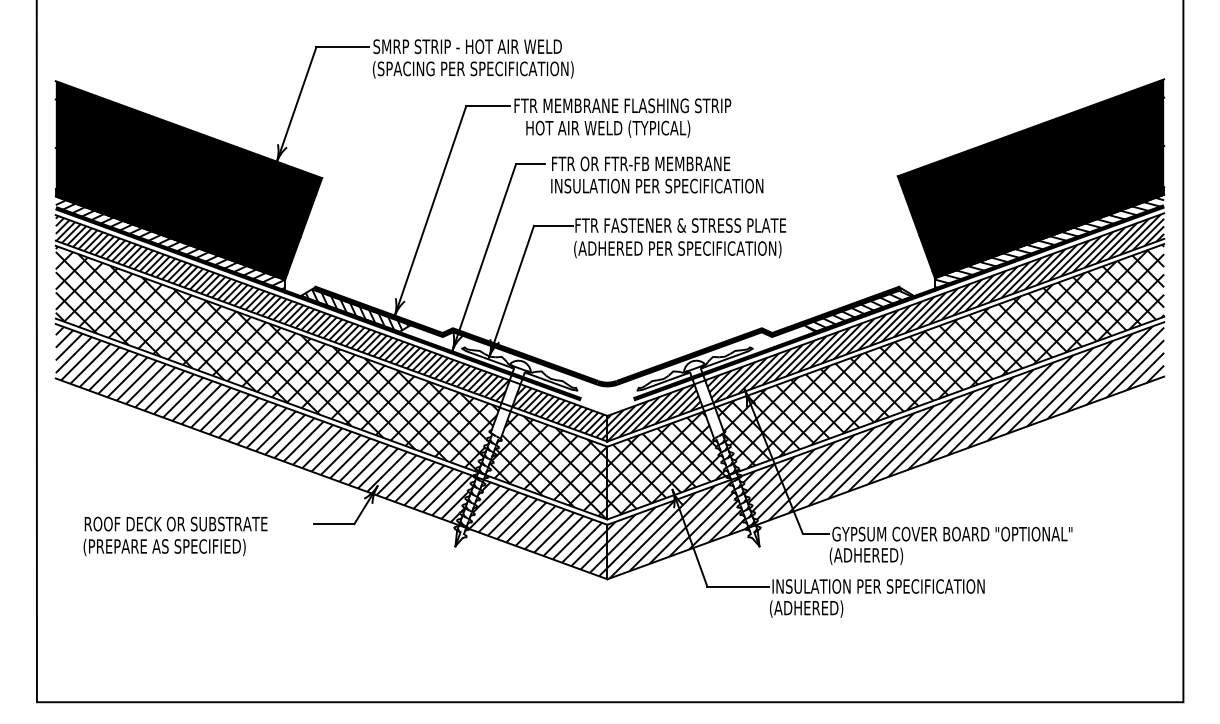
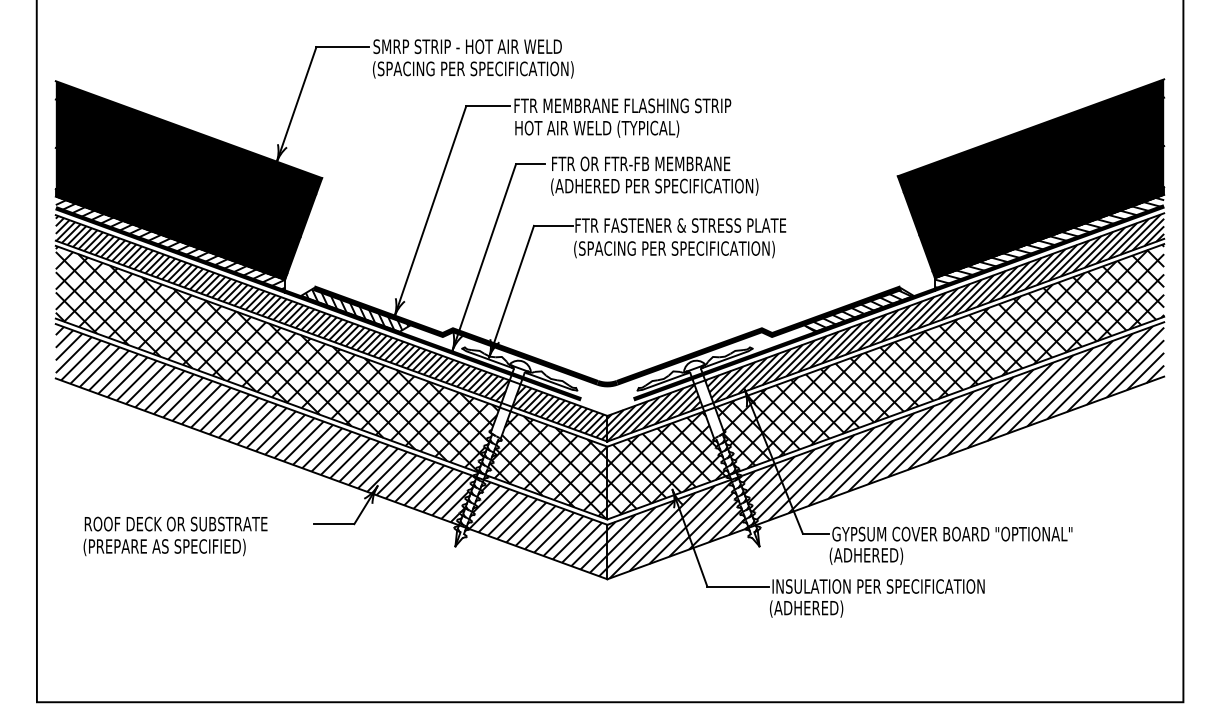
text at (608, 128) position: (608, 128) -> (597, 128)
text at (657, 186): INSULATION PER SPECIFICATION -> (ADHERED PER SPECIFICATION)
text at (679, 249): (ADHERED PER SPECIFICATION) -> (SPACING PER SPECIFICATION)
